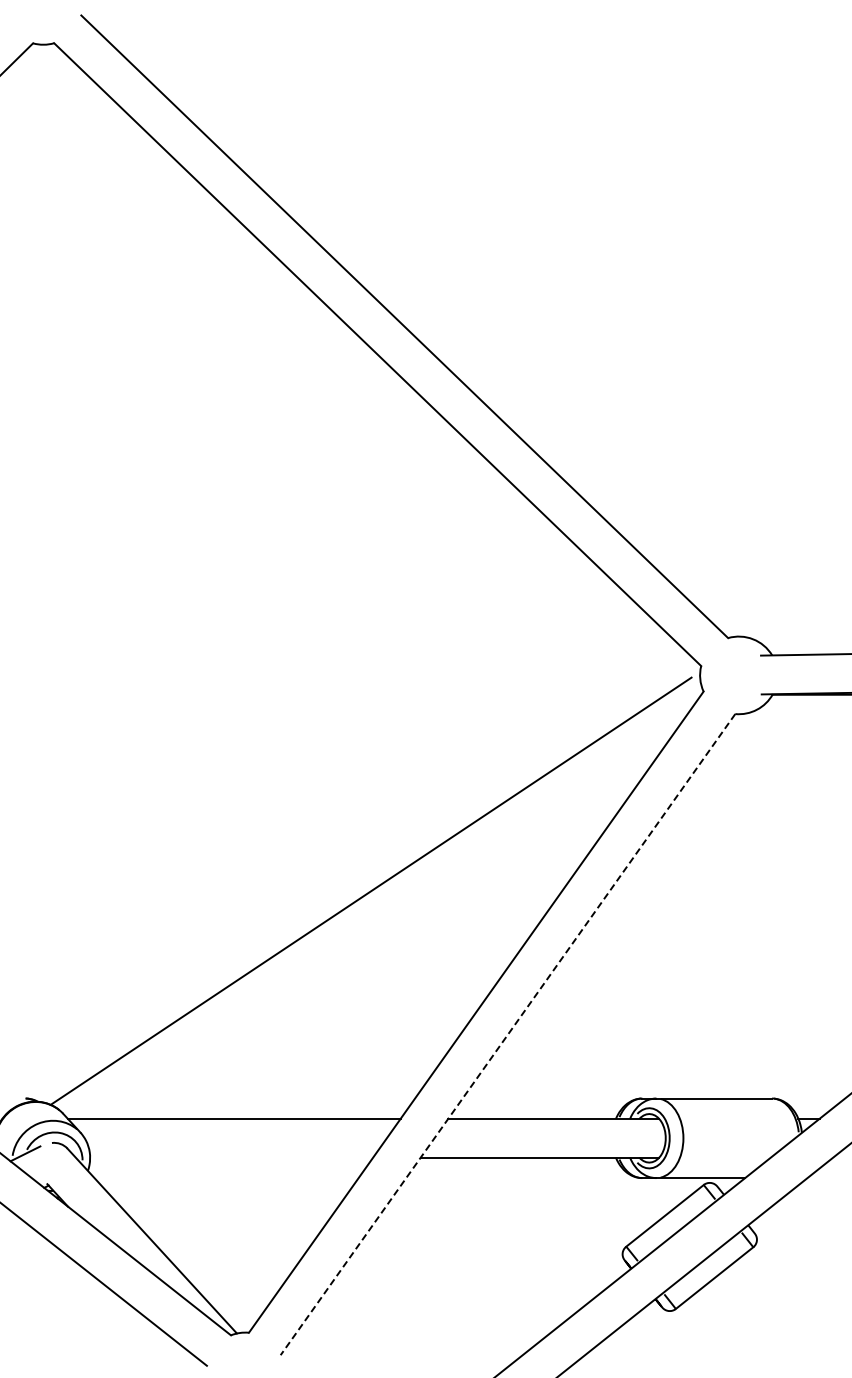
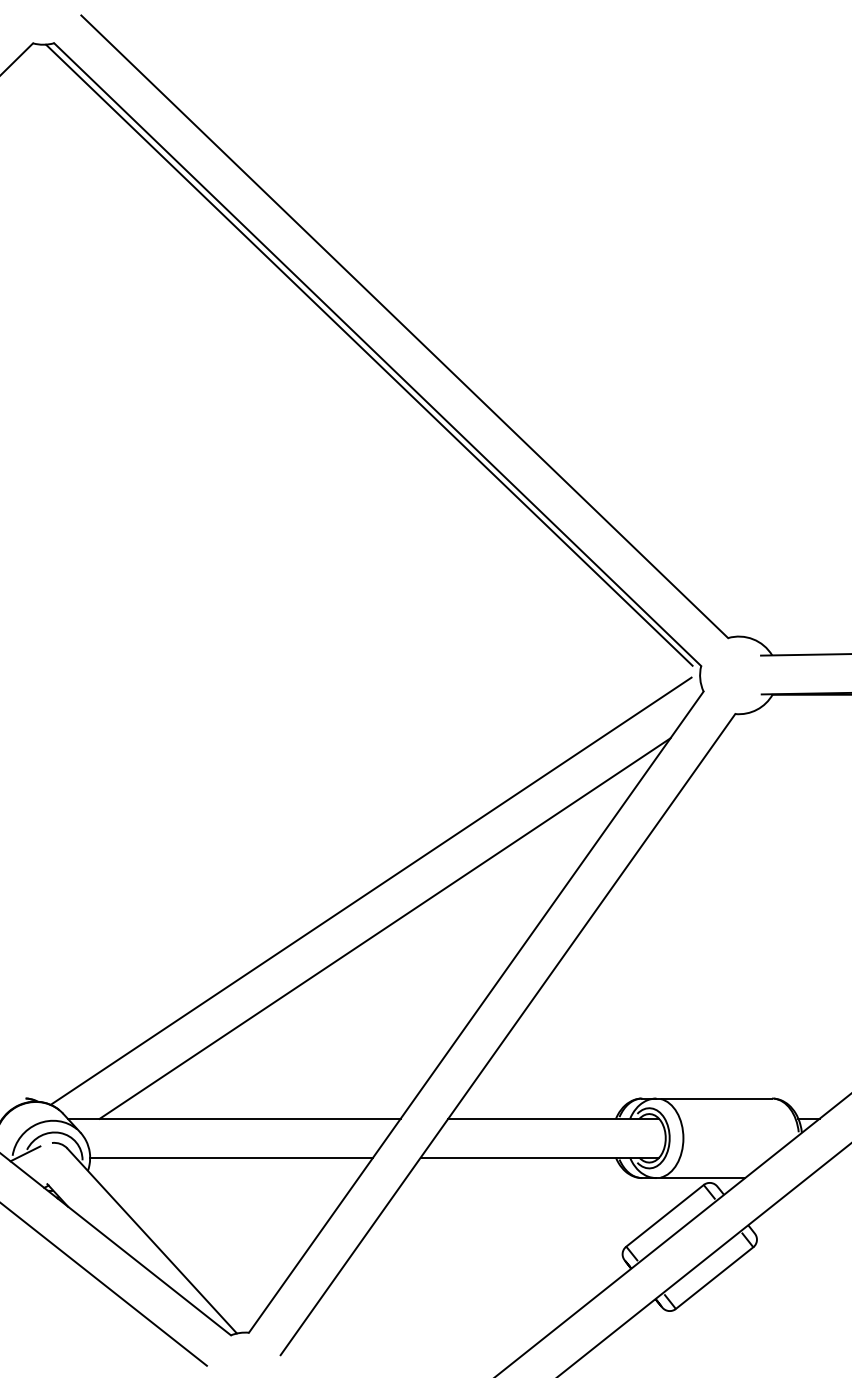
line at (369, 354): none -> present
line at (384, 928): none -> present
line at (507, 1034): dashed -> solid
line at (231, 1157): none -> present
